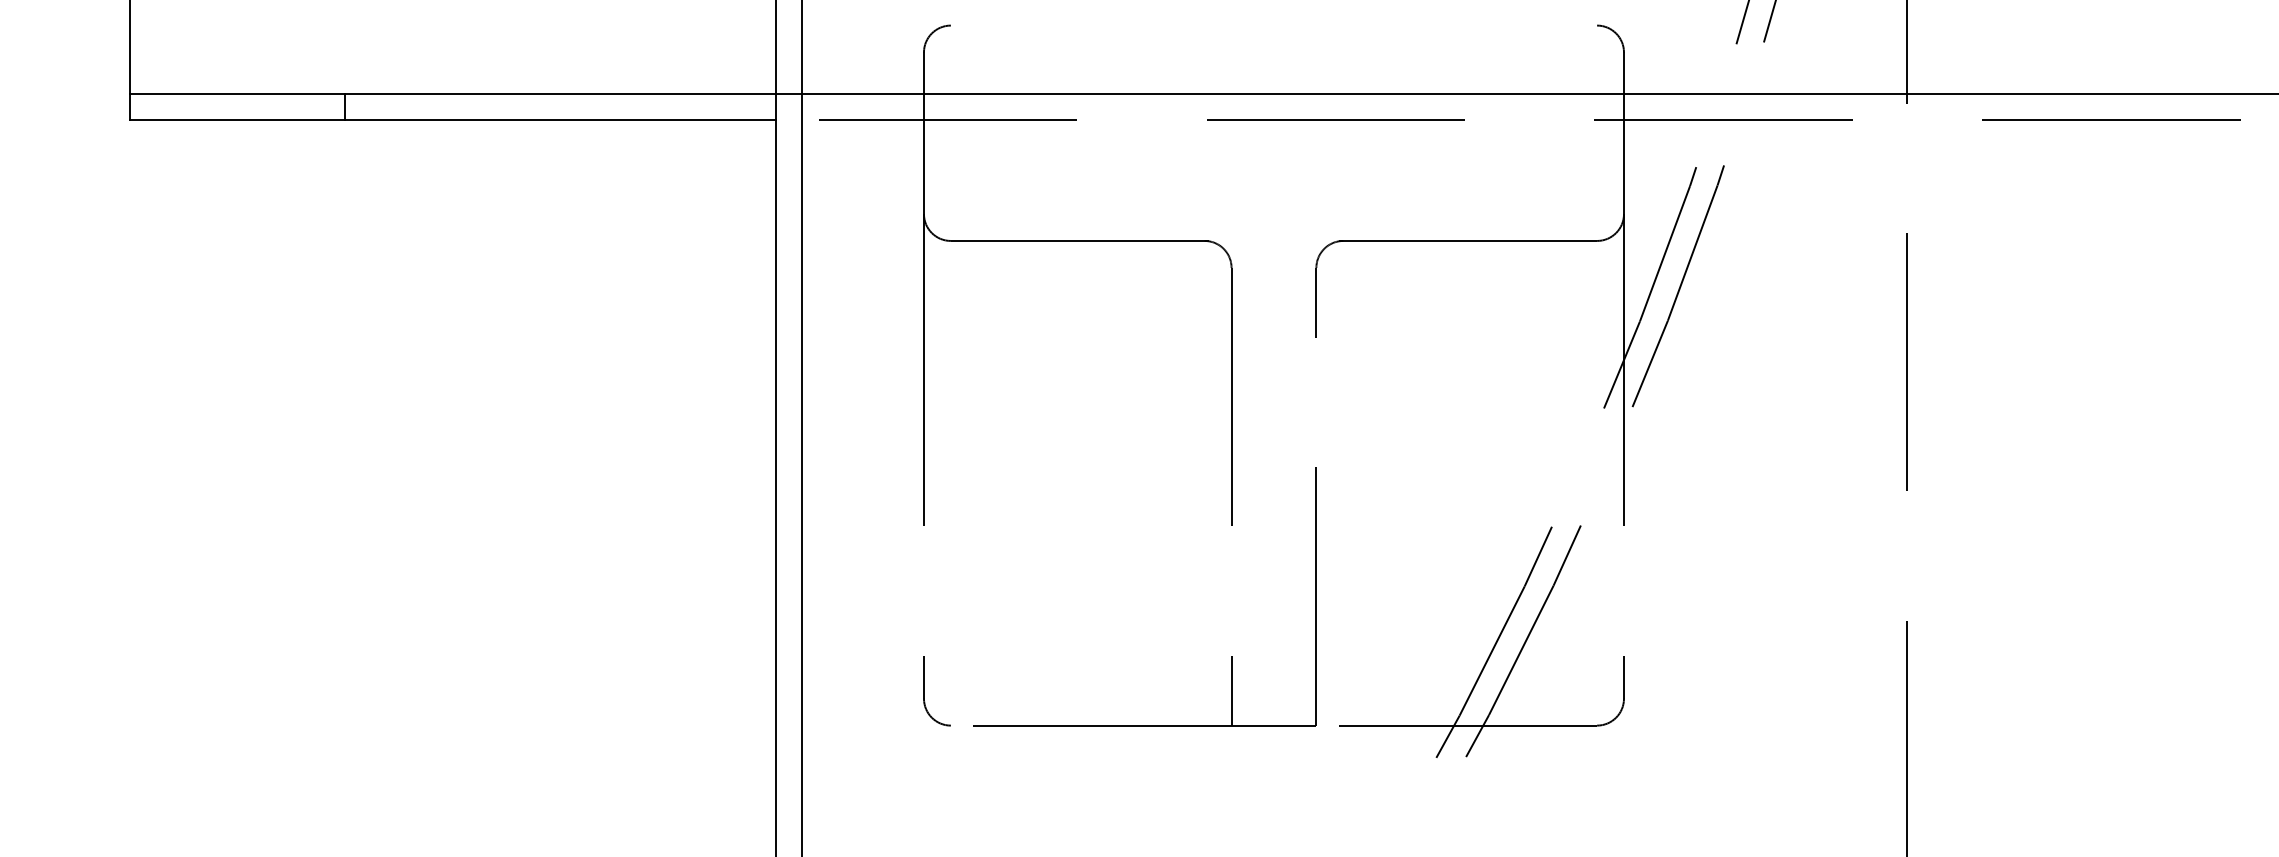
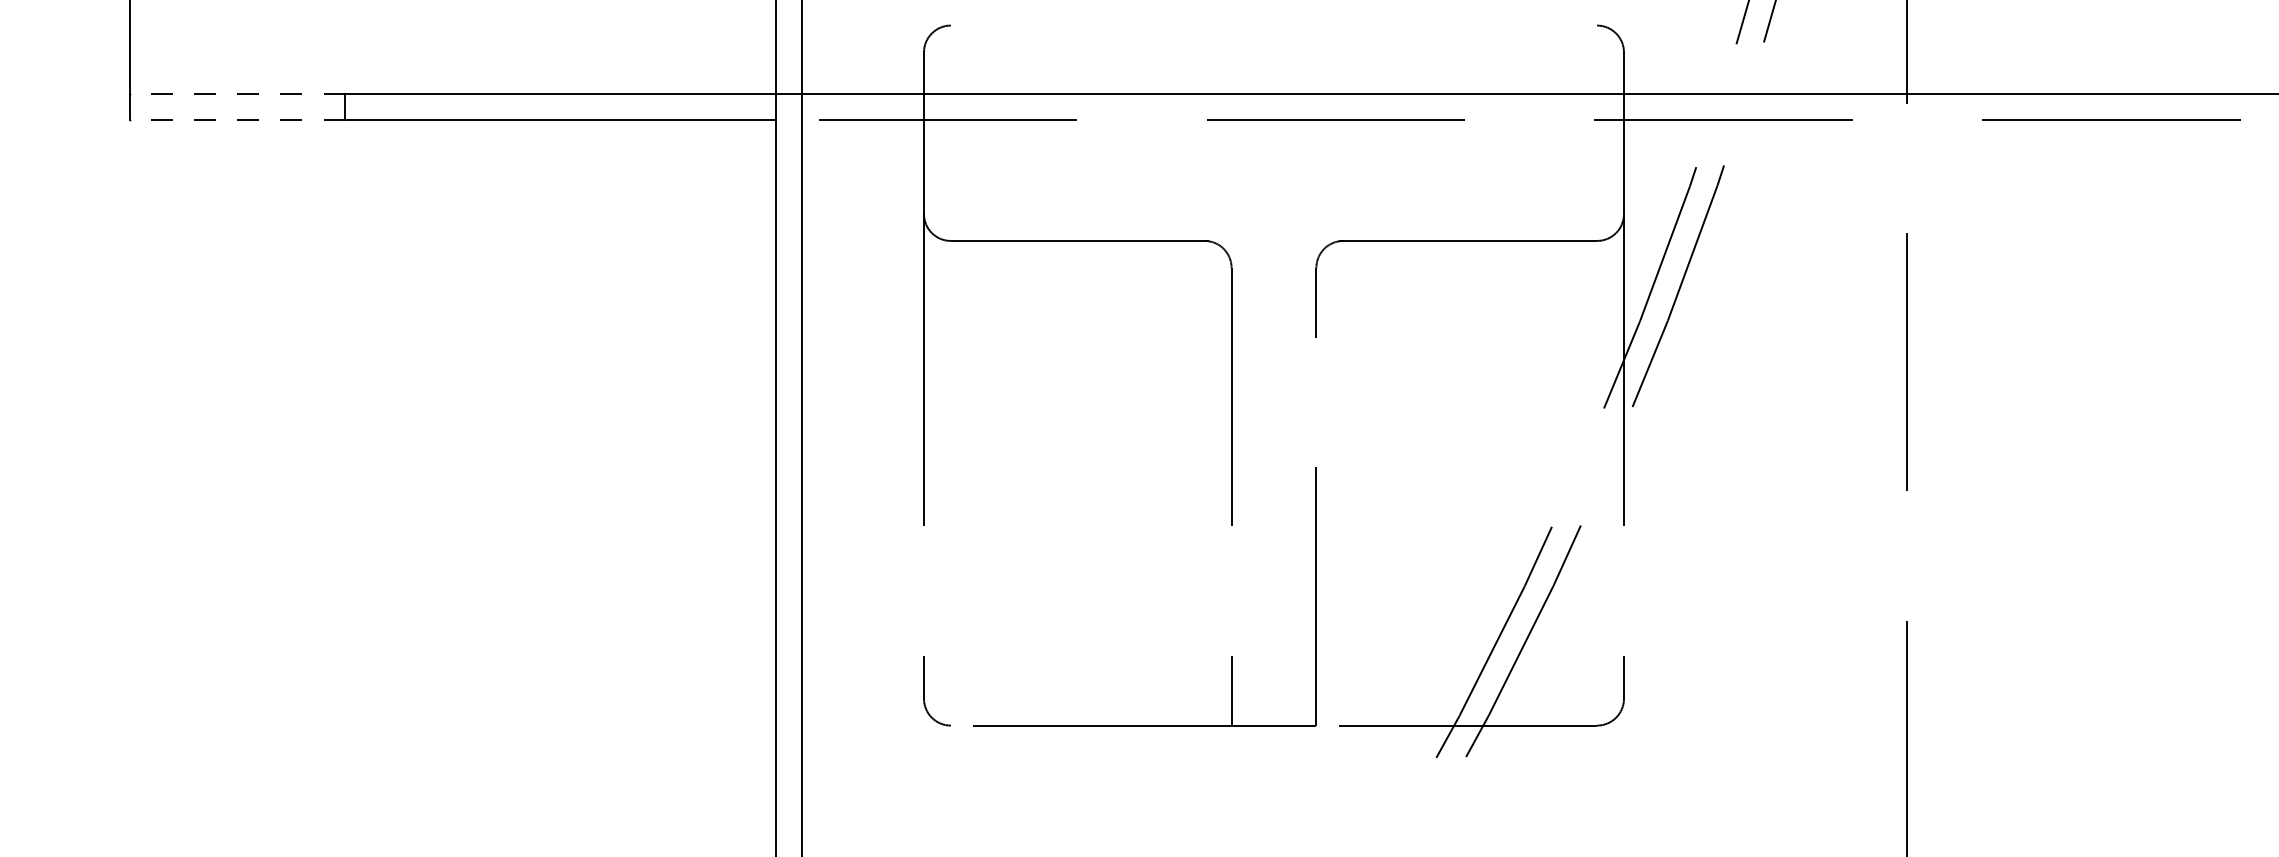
line at (237, 94): solid -> dashed
line at (237, 119): solid -> dashed
